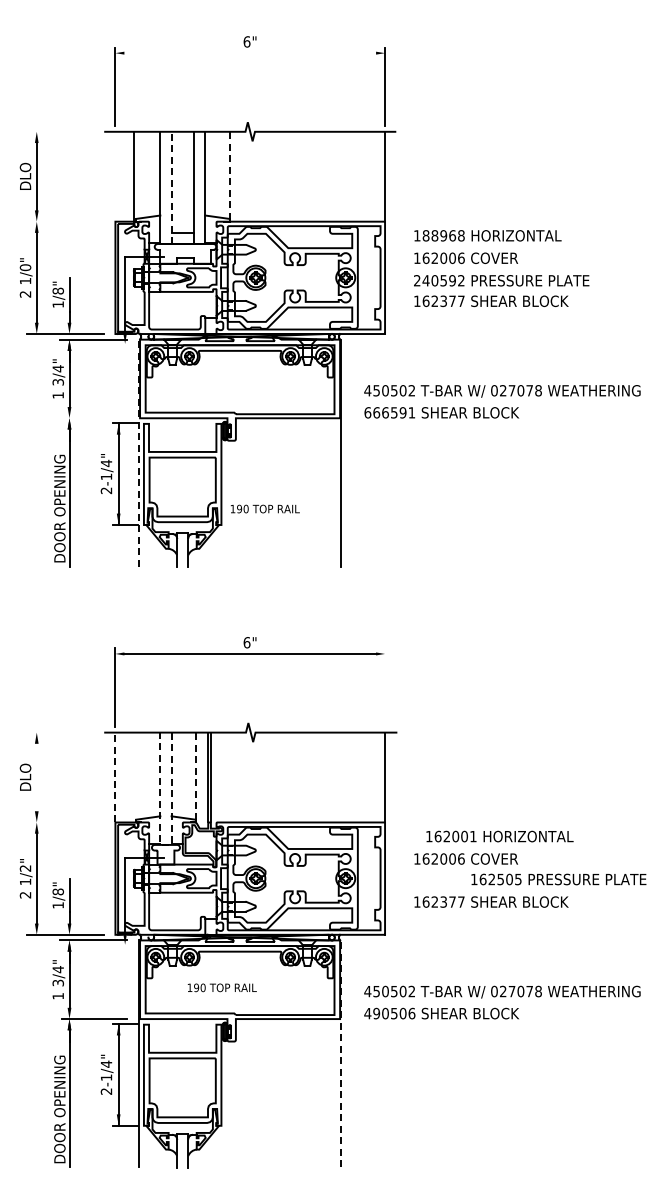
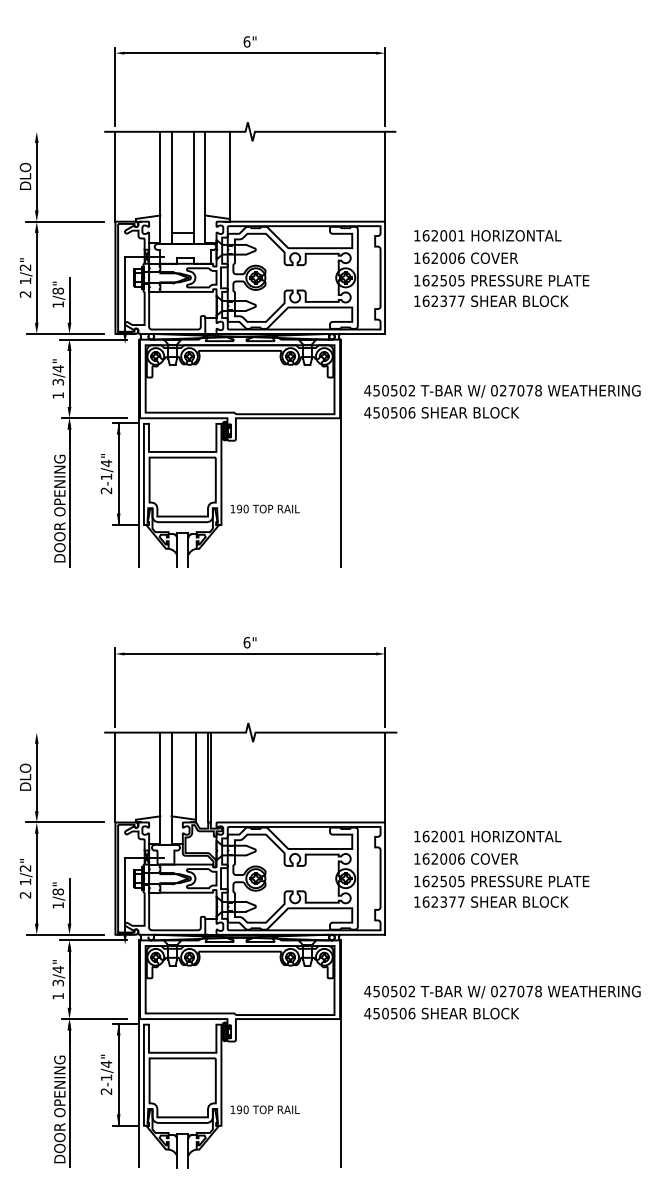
line at (250, 53): none -> present
line at (229, 175): dashed -> solid
line at (134, 176) position: (134, 176) -> (115, 176)
line at (171, 187): dashed -> solid
line at (64, 221): none -> present
text at (443, 235): 188968 -> 162001
text at (25, 267): 1/0" -> 1/2"
text at (439, 280): 240592 -> 162505
text at (389, 412): 666591 -> 450506
line at (94, 418): none -> present
line at (138, 453): dashed -> solid
line at (385, 687): none -> present
line at (195, 776): dashed -> solid
line at (36, 777): none -> present
line at (115, 777): dashed -> solid
line at (64, 822): none -> present
text at (499, 836) position: (499, 836) -> (487, 836)
line at (165, 844): dashed -> solid
text at (558, 879) position: (558, 879) -> (501, 881)
text at (221, 987) position: (221, 987) -> (264, 1109)
text at (376, 1013): 490506 -> 450506
line at (341, 1053): dashed -> solid
